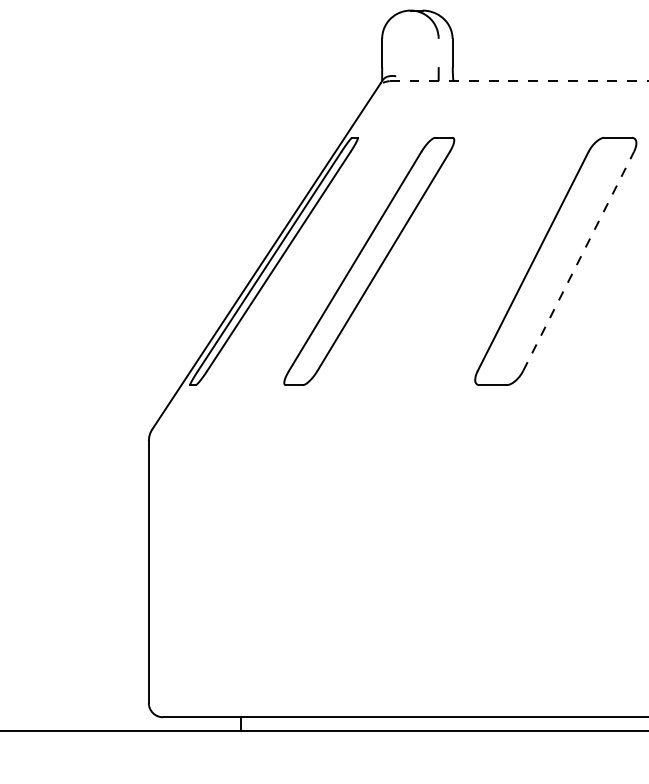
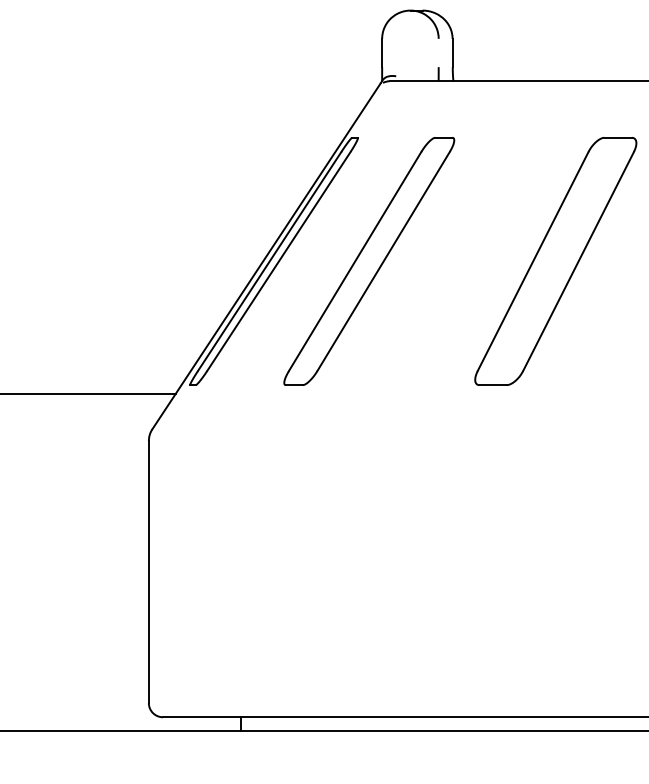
line at (519, 81): dashed -> solid
line at (578, 261): dashed -> solid
line at (88, 394): none -> present
